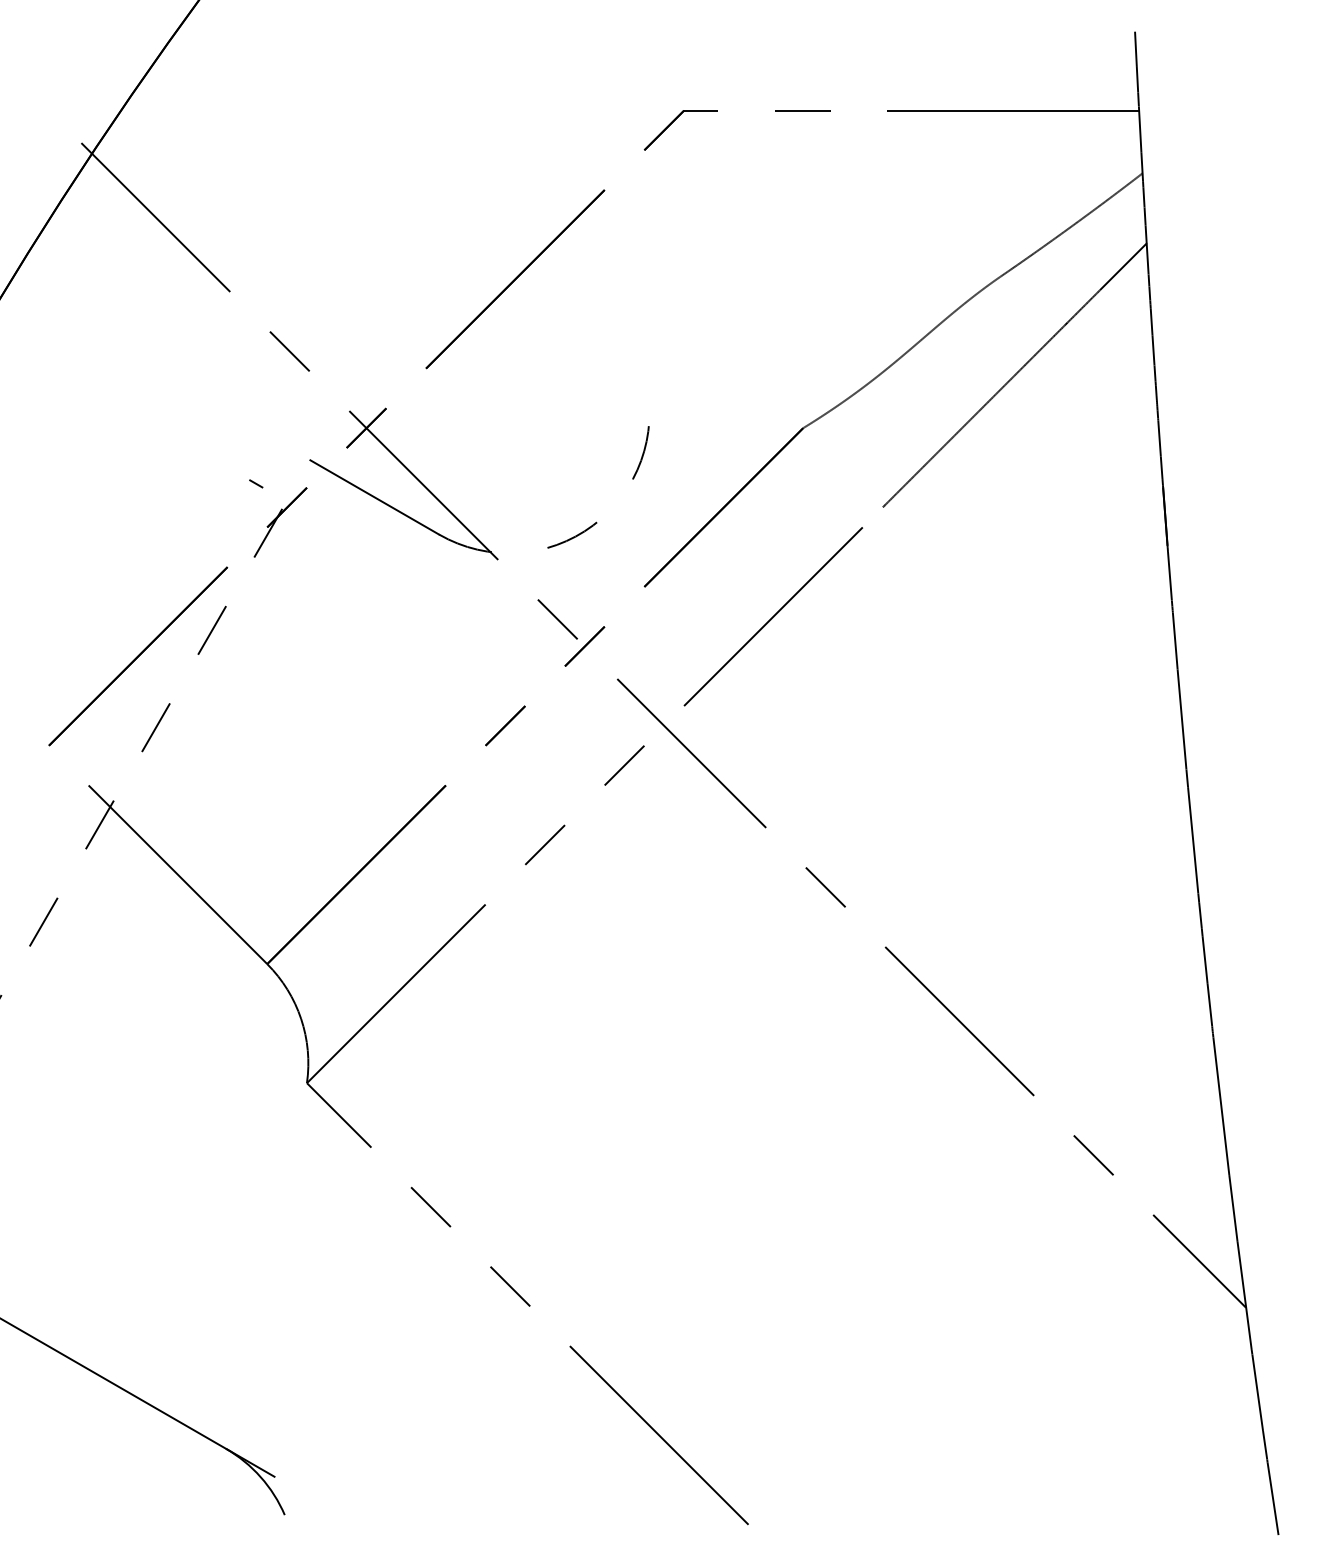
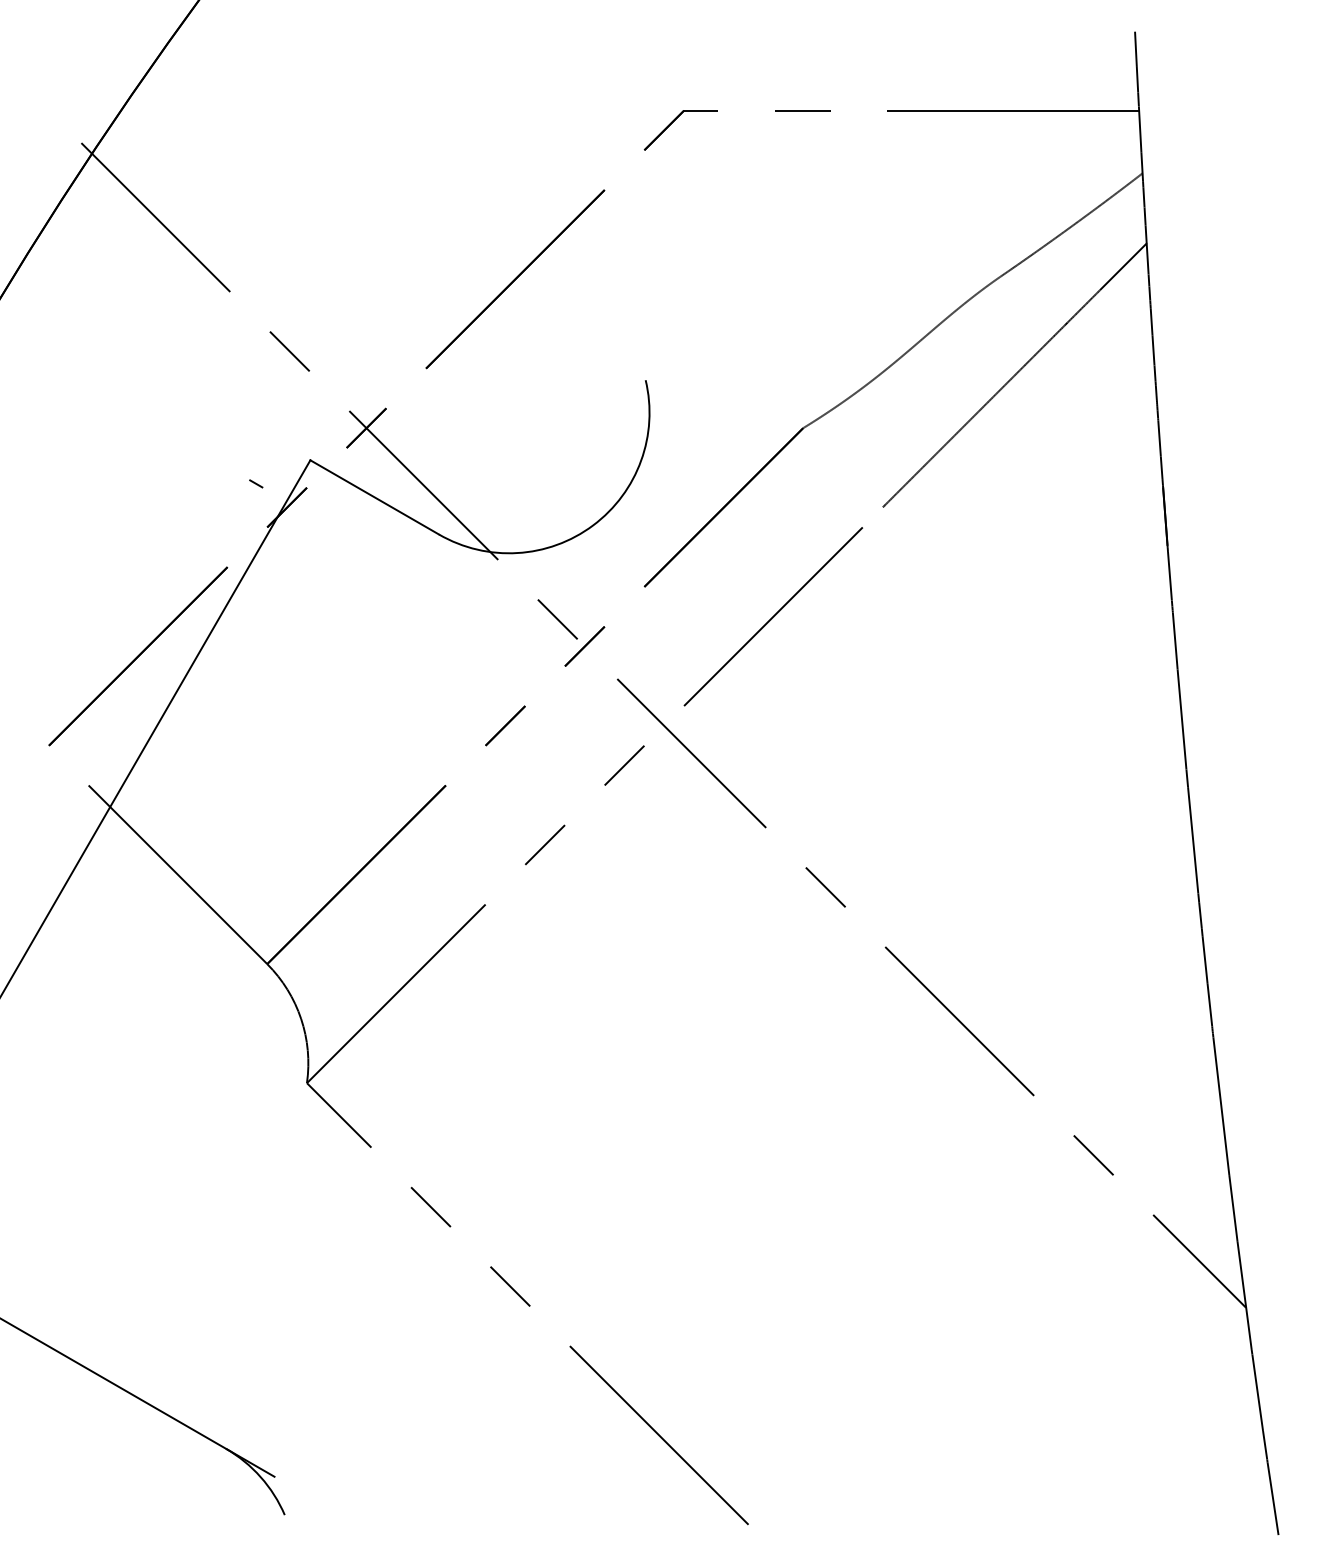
arc at (593, 525): dashed -> solid
line at (155, 728): dashed -> solid
